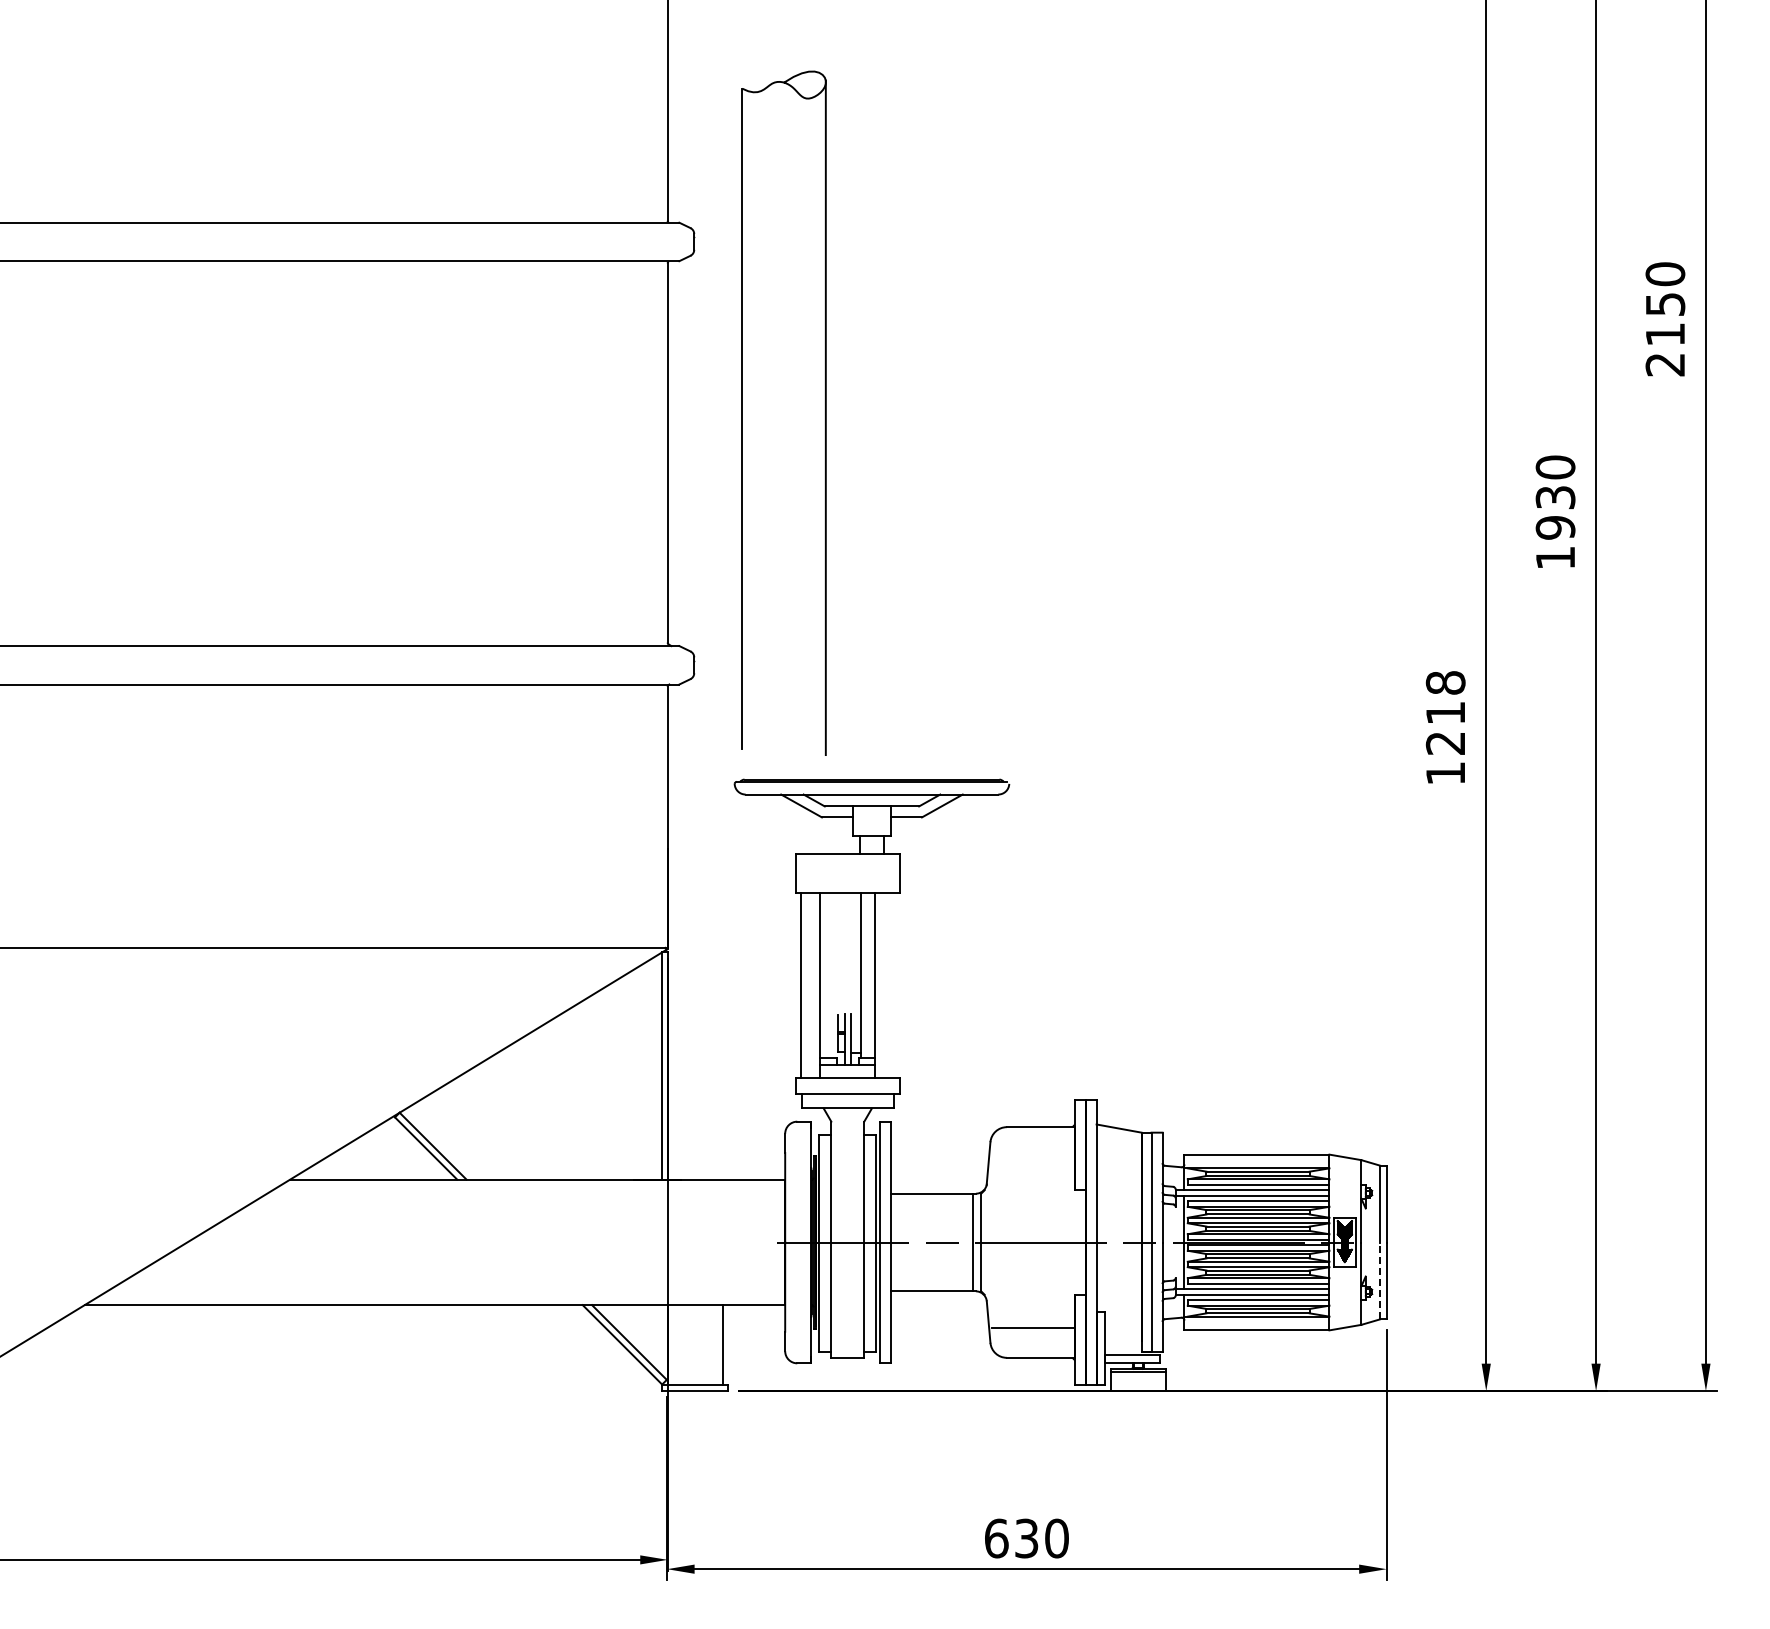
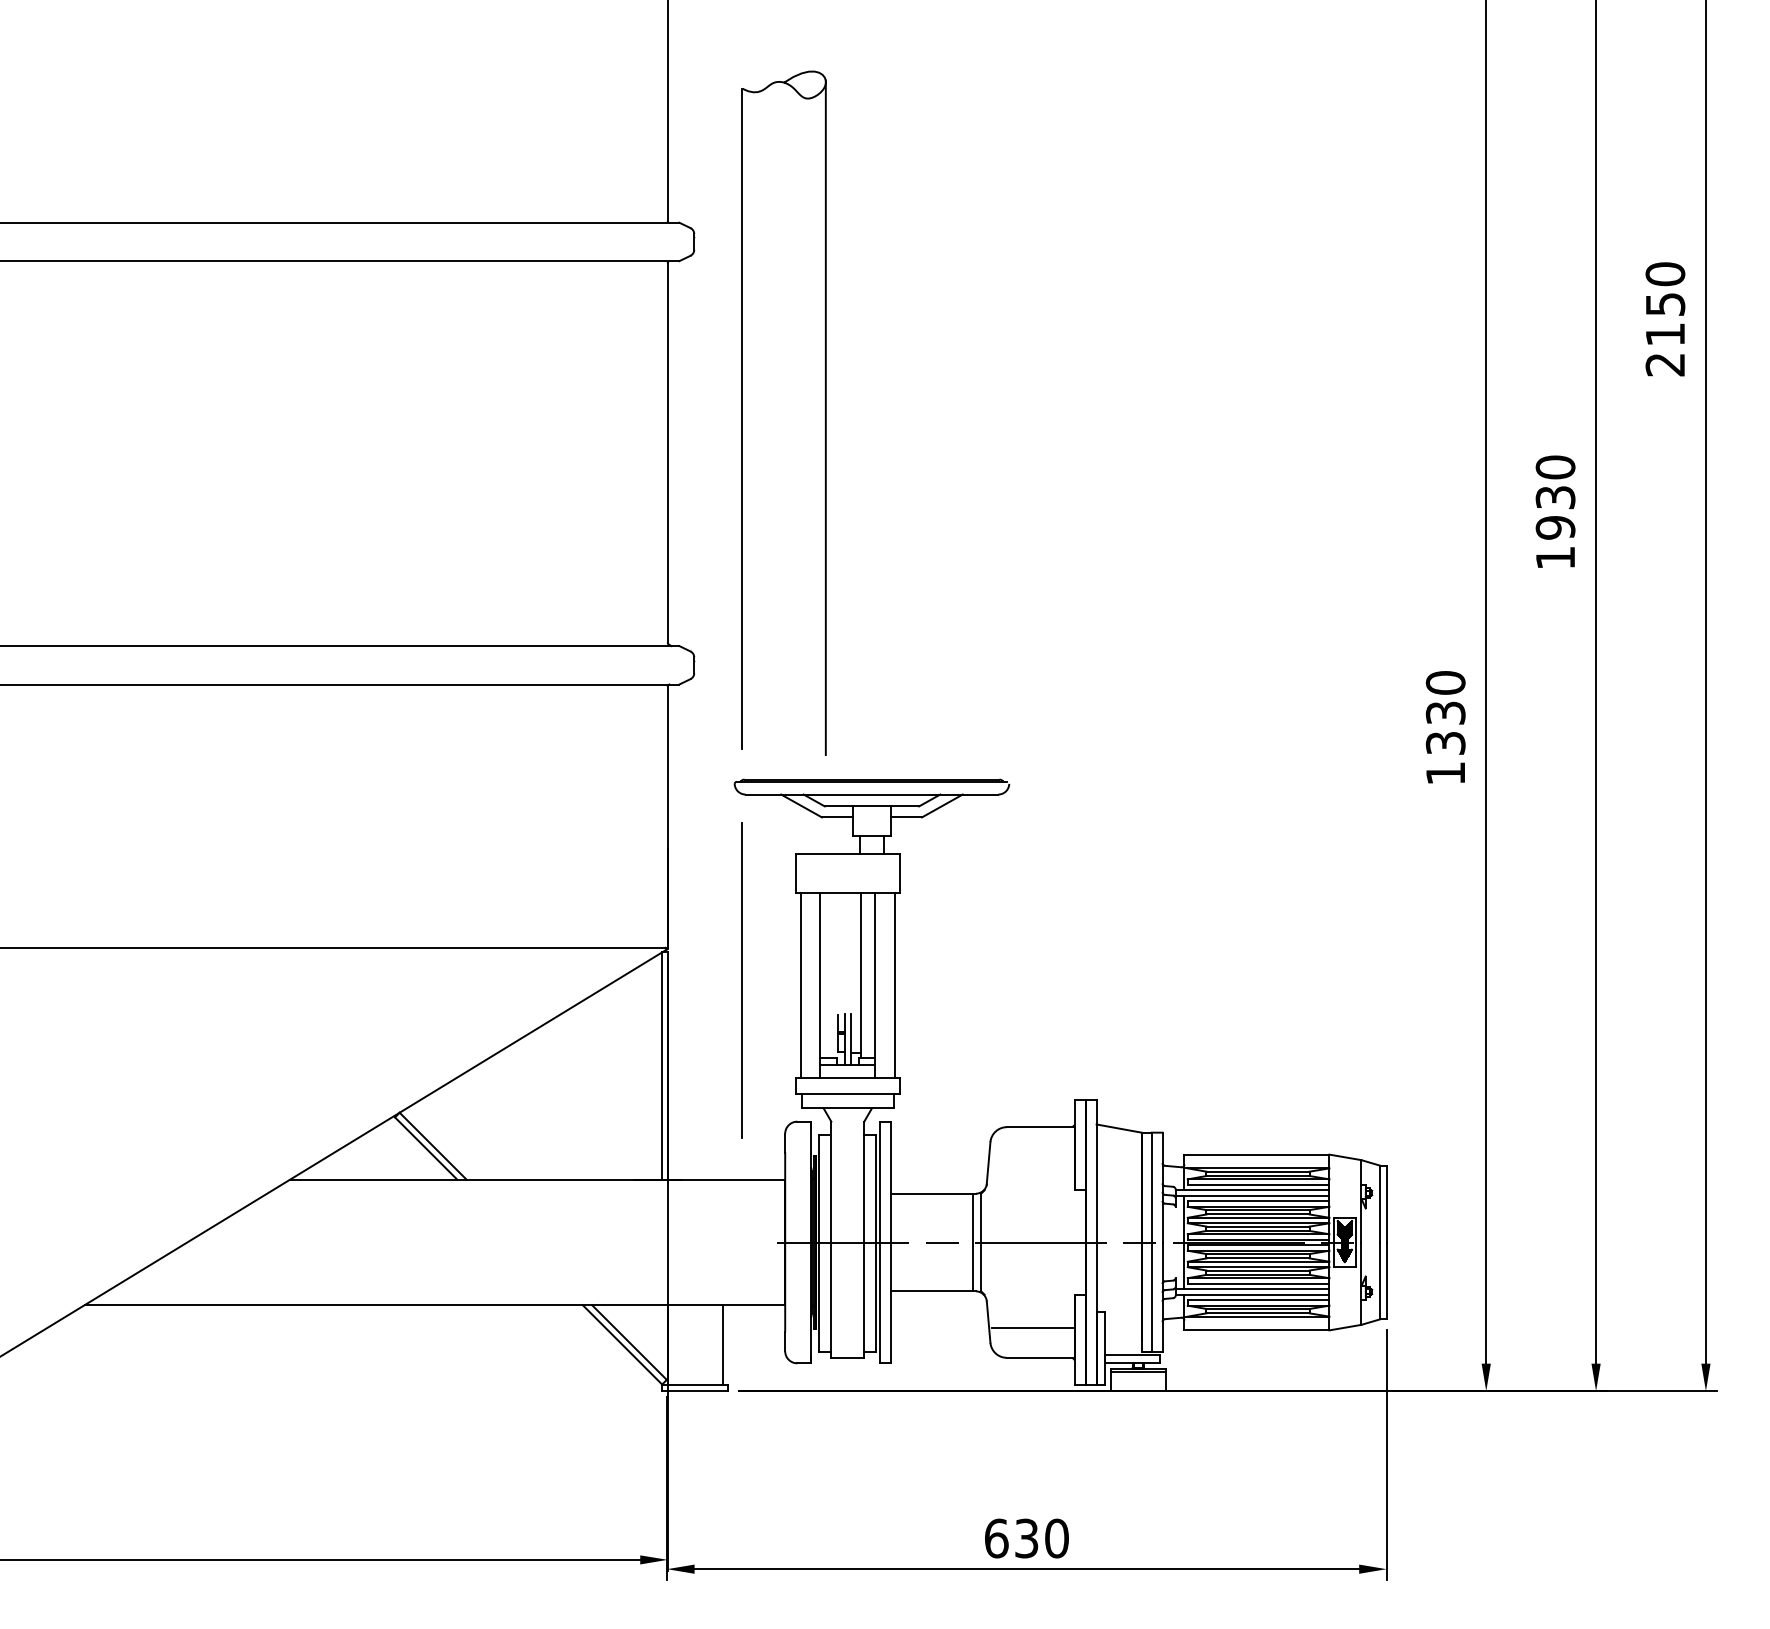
text at (1445, 712): 1218 -> 1330
line at (741, 980): none -> present
line at (895, 985): none -> present
line at (1380, 1280): dashed -> solid
